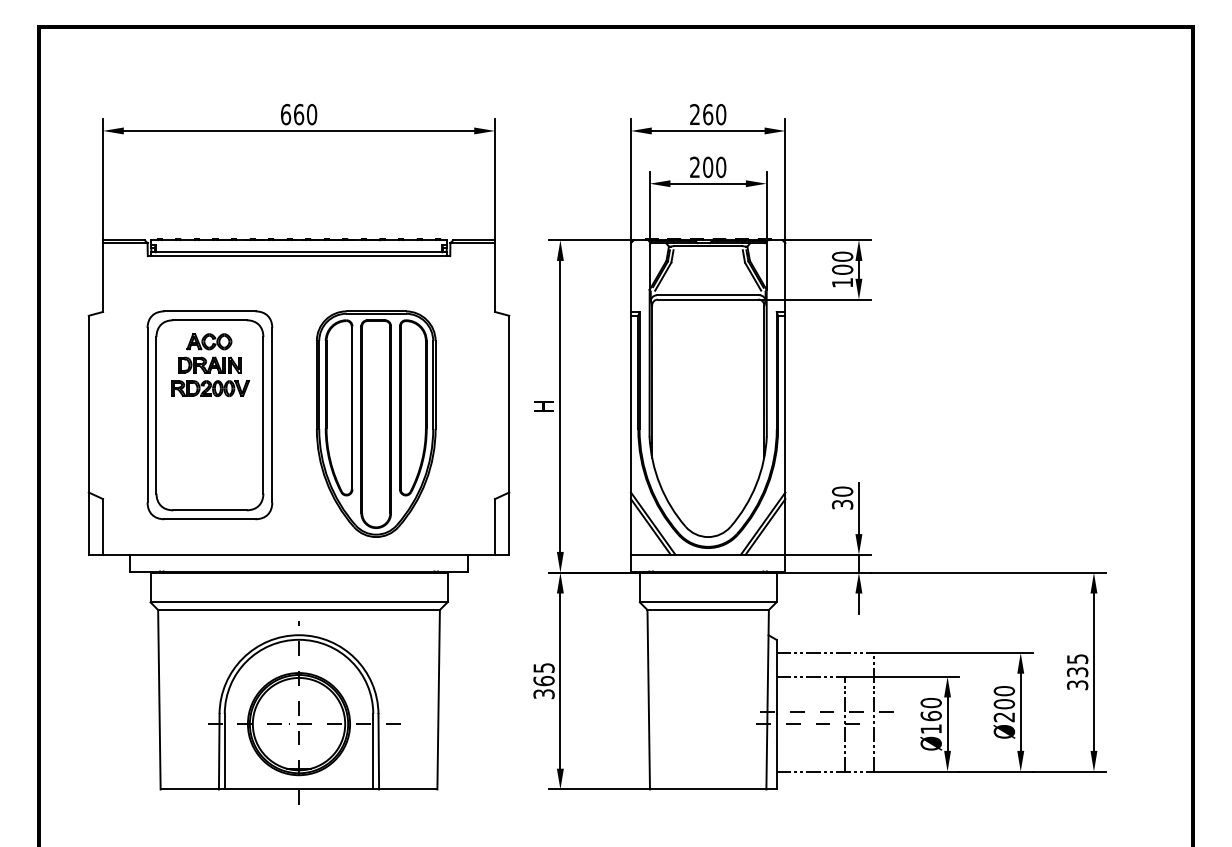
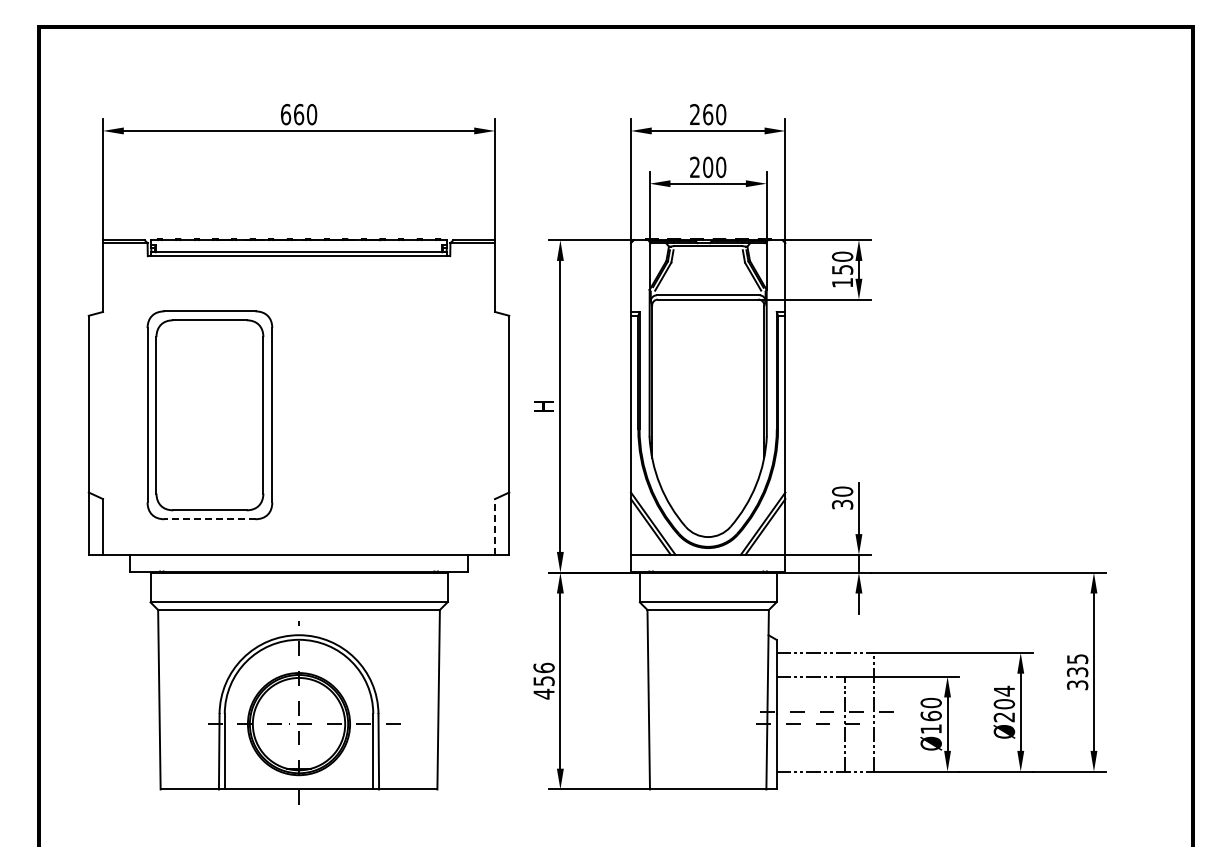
text at (842, 269): 100 -> 150
part at (210, 365): present -> none
part at (376, 423): present -> none
line at (209, 519): solid -> dashed
line at (495, 526): solid -> dashed
text at (543, 680): 365 -> 456
text at (1004, 690): Ø200 -> Ø204
